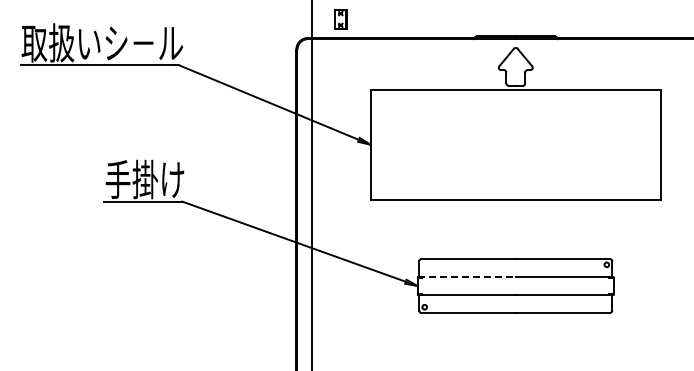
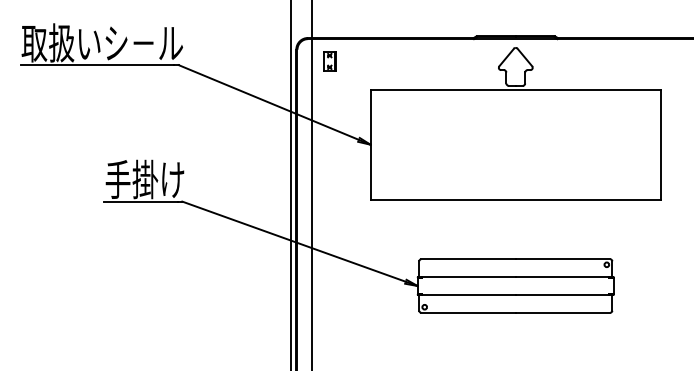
part at (340, 19) position: (340, 19) -> (329, 61)
line at (290, 184): none -> present
line at (467, 276): dashed -> solid
